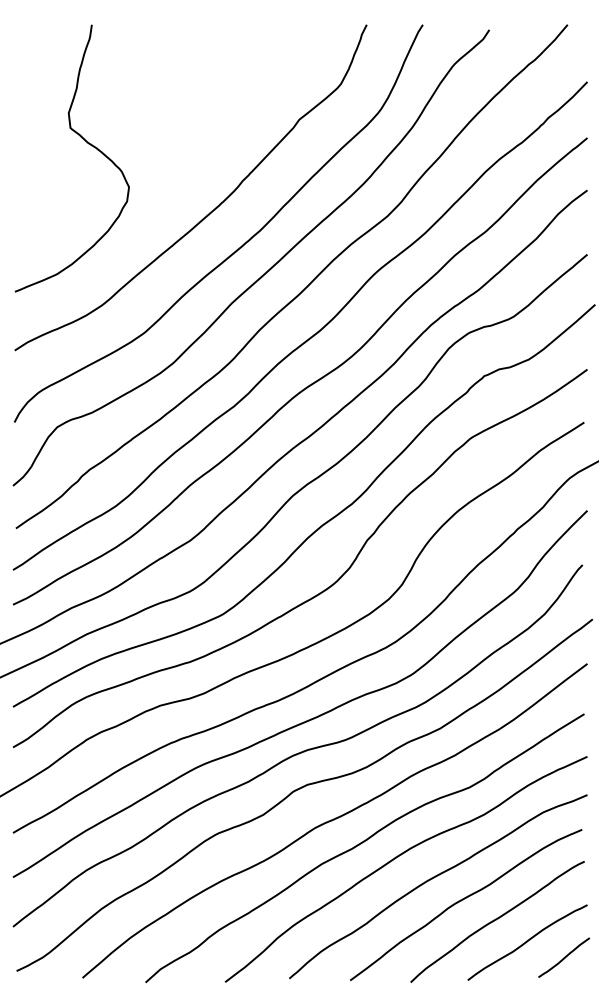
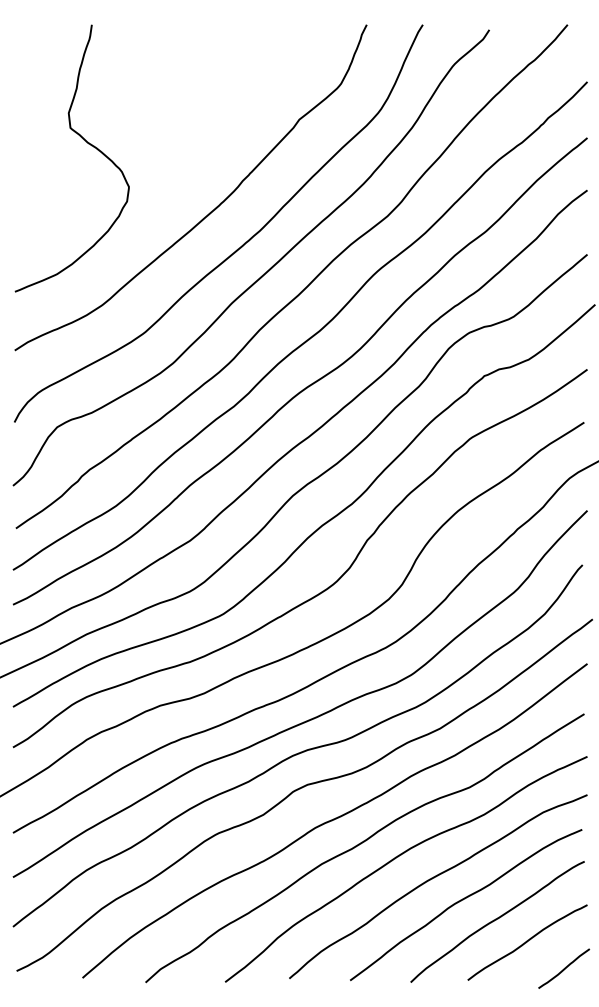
curve at (564, 957) position: (564, 957) -> (564, 968)
